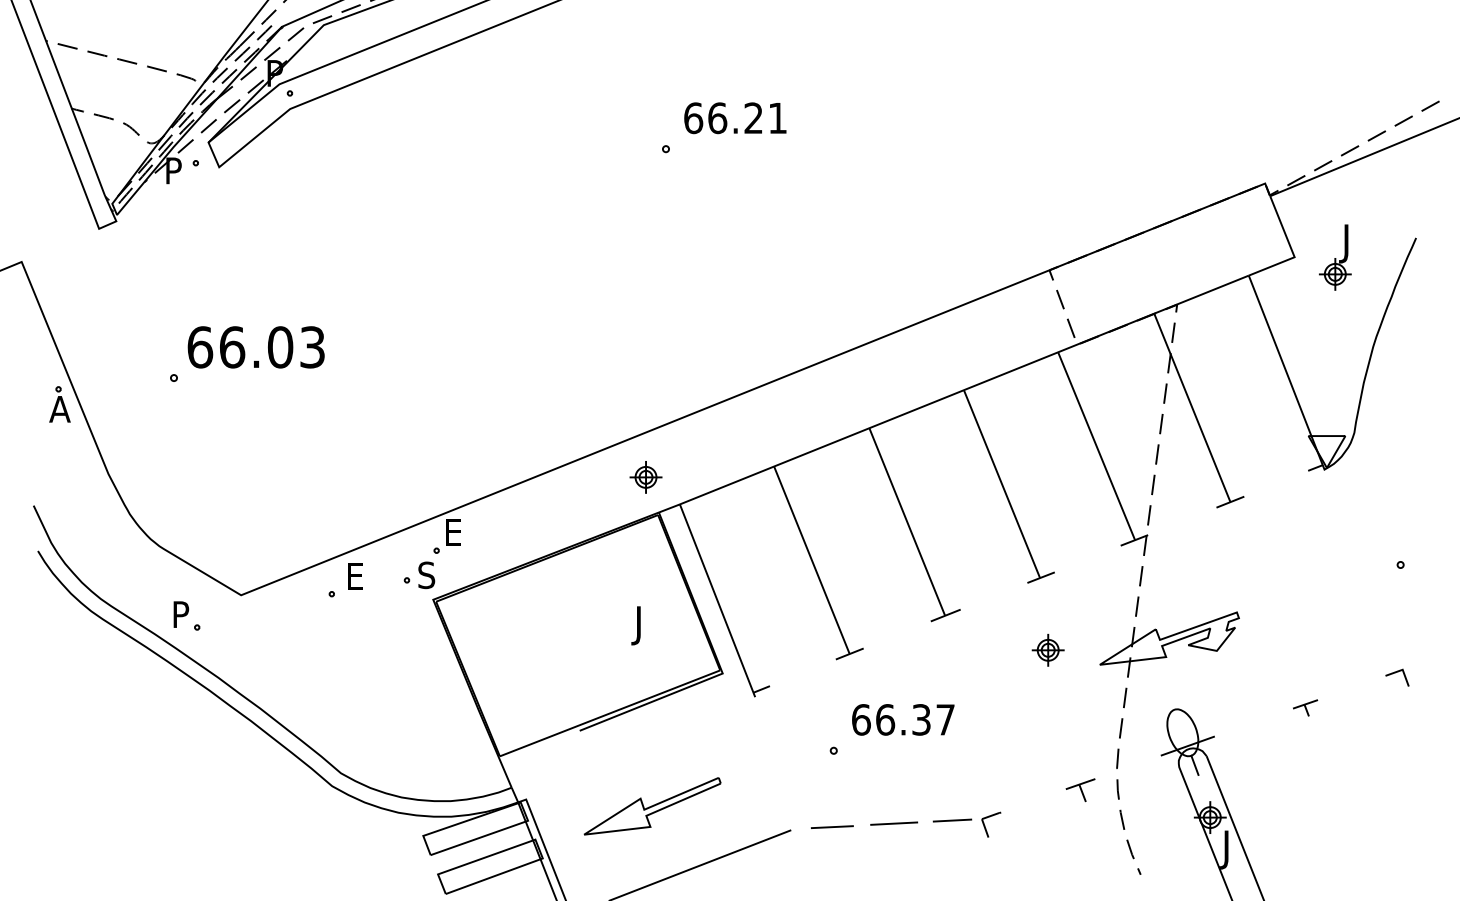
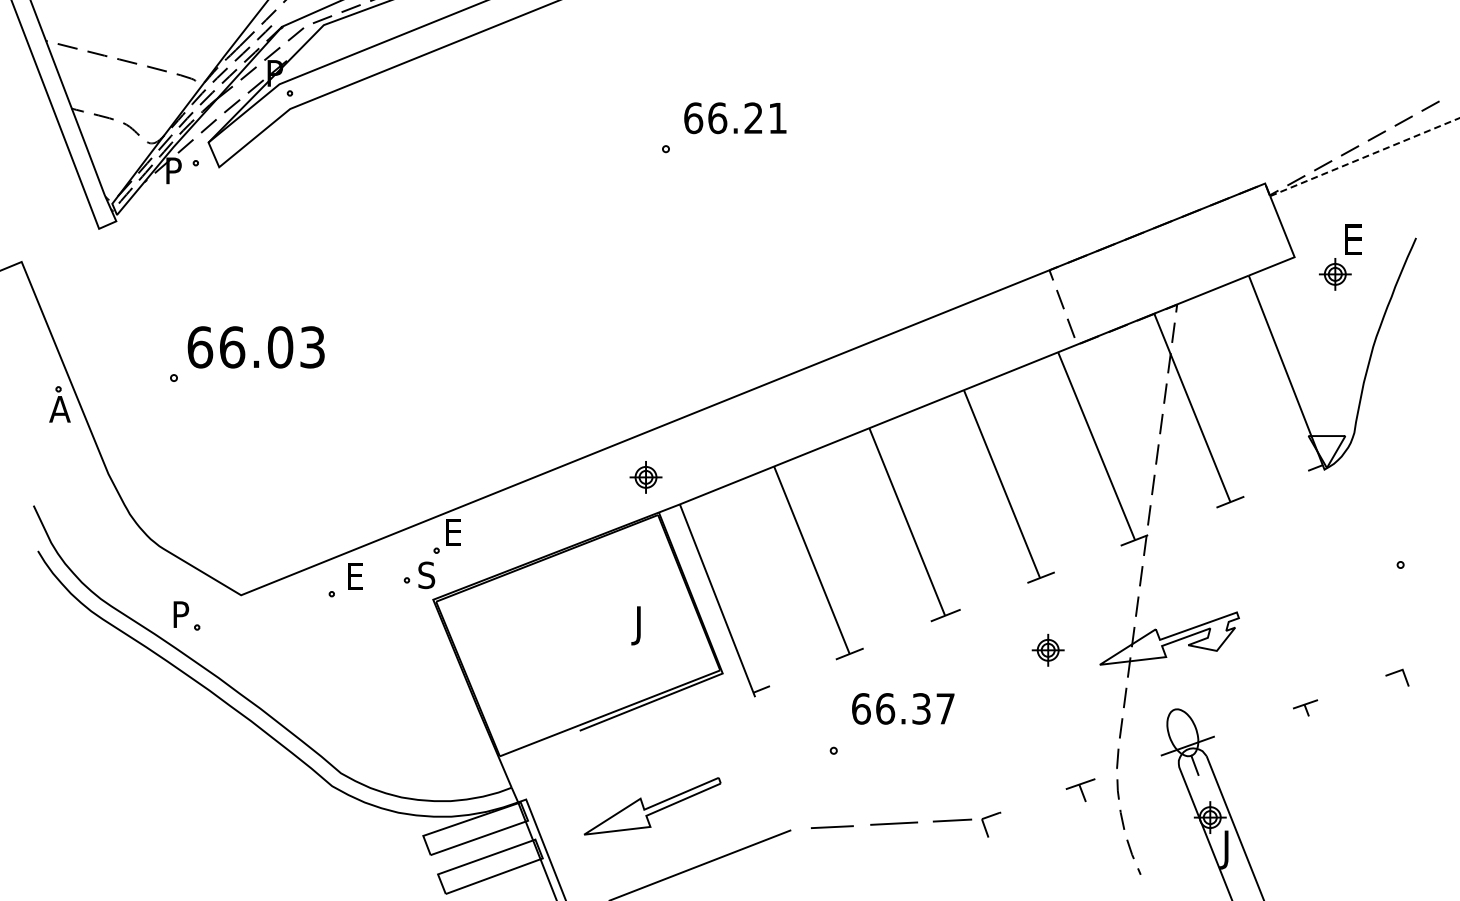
line at (1365, 157): solid -> dashed
text at (1350, 243): J -> E
text at (903, 719) position: (903, 719) -> (903, 708)
